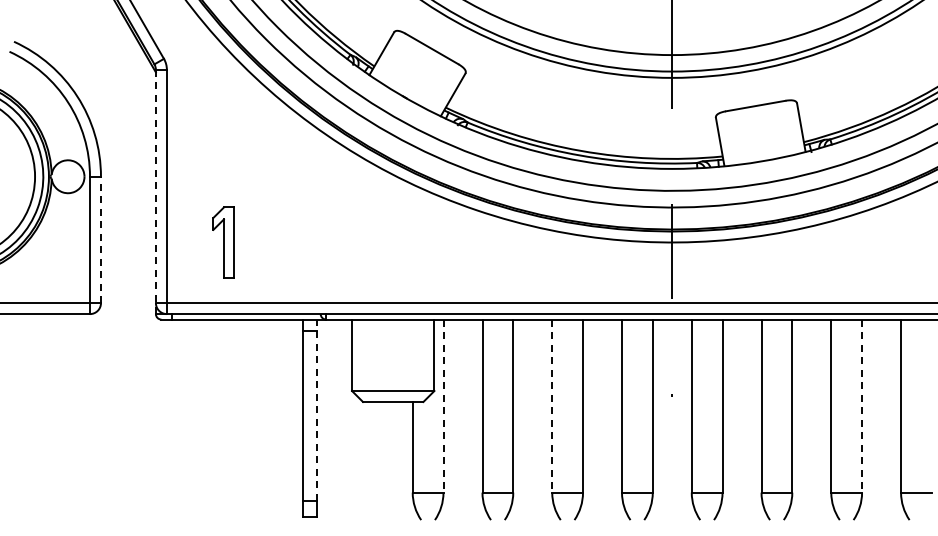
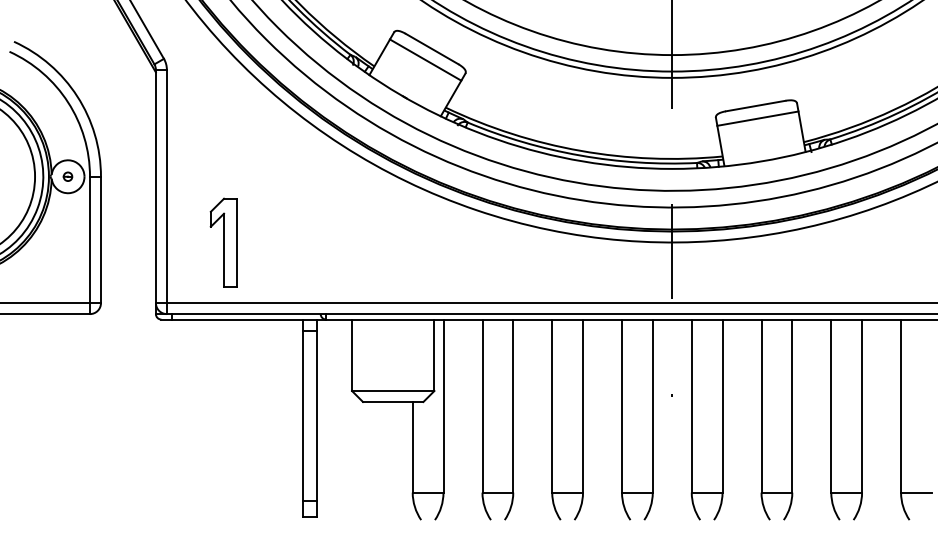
line at (425, 59): none -> present
line at (757, 118): none -> present
part at (67, 176): none -> present
line at (155, 191): dashed -> solid
line at (100, 239): dashed -> solid
part at (223, 242) size: 23x73 px -> 29x91 px
line at (443, 406): dashed -> solid
line at (552, 406): dashed -> solid
line at (862, 406): dashed -> solid
line at (316, 410): dashed -> solid
